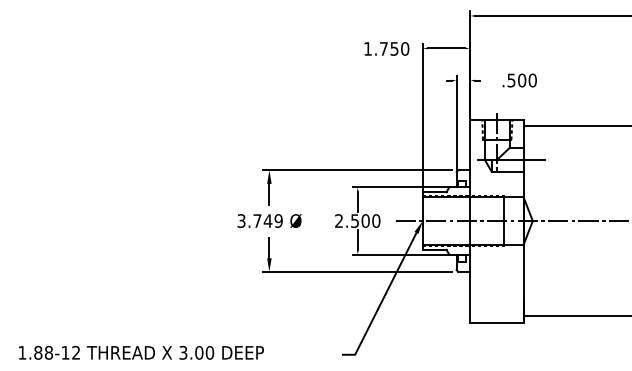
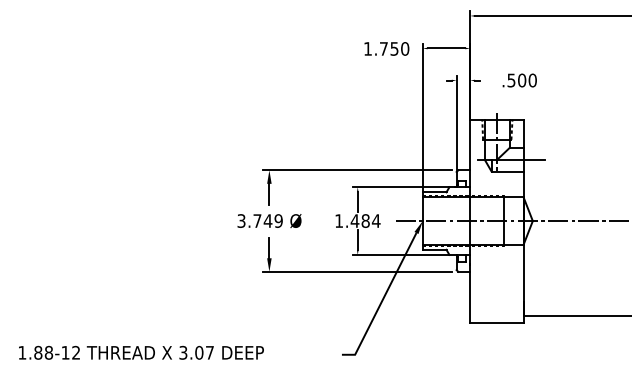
line at (576, 126): present -> none
text at (357, 220): 2.500 -> 1.484
text at (209, 352): 3.00 -> 3.07
